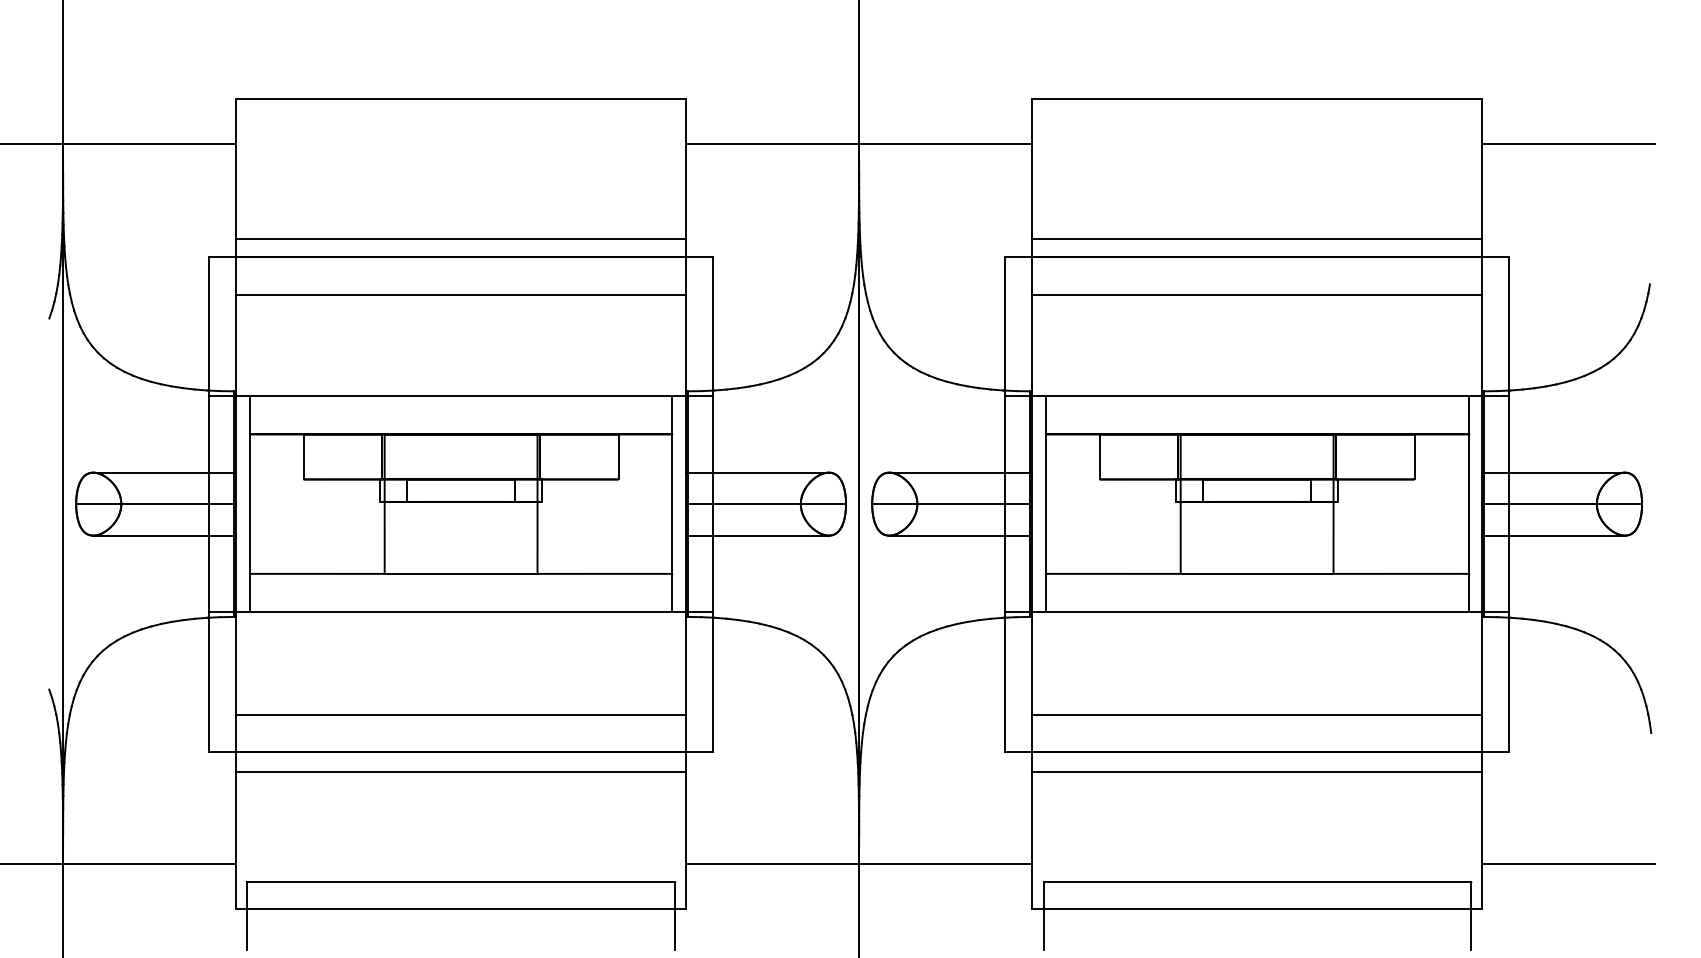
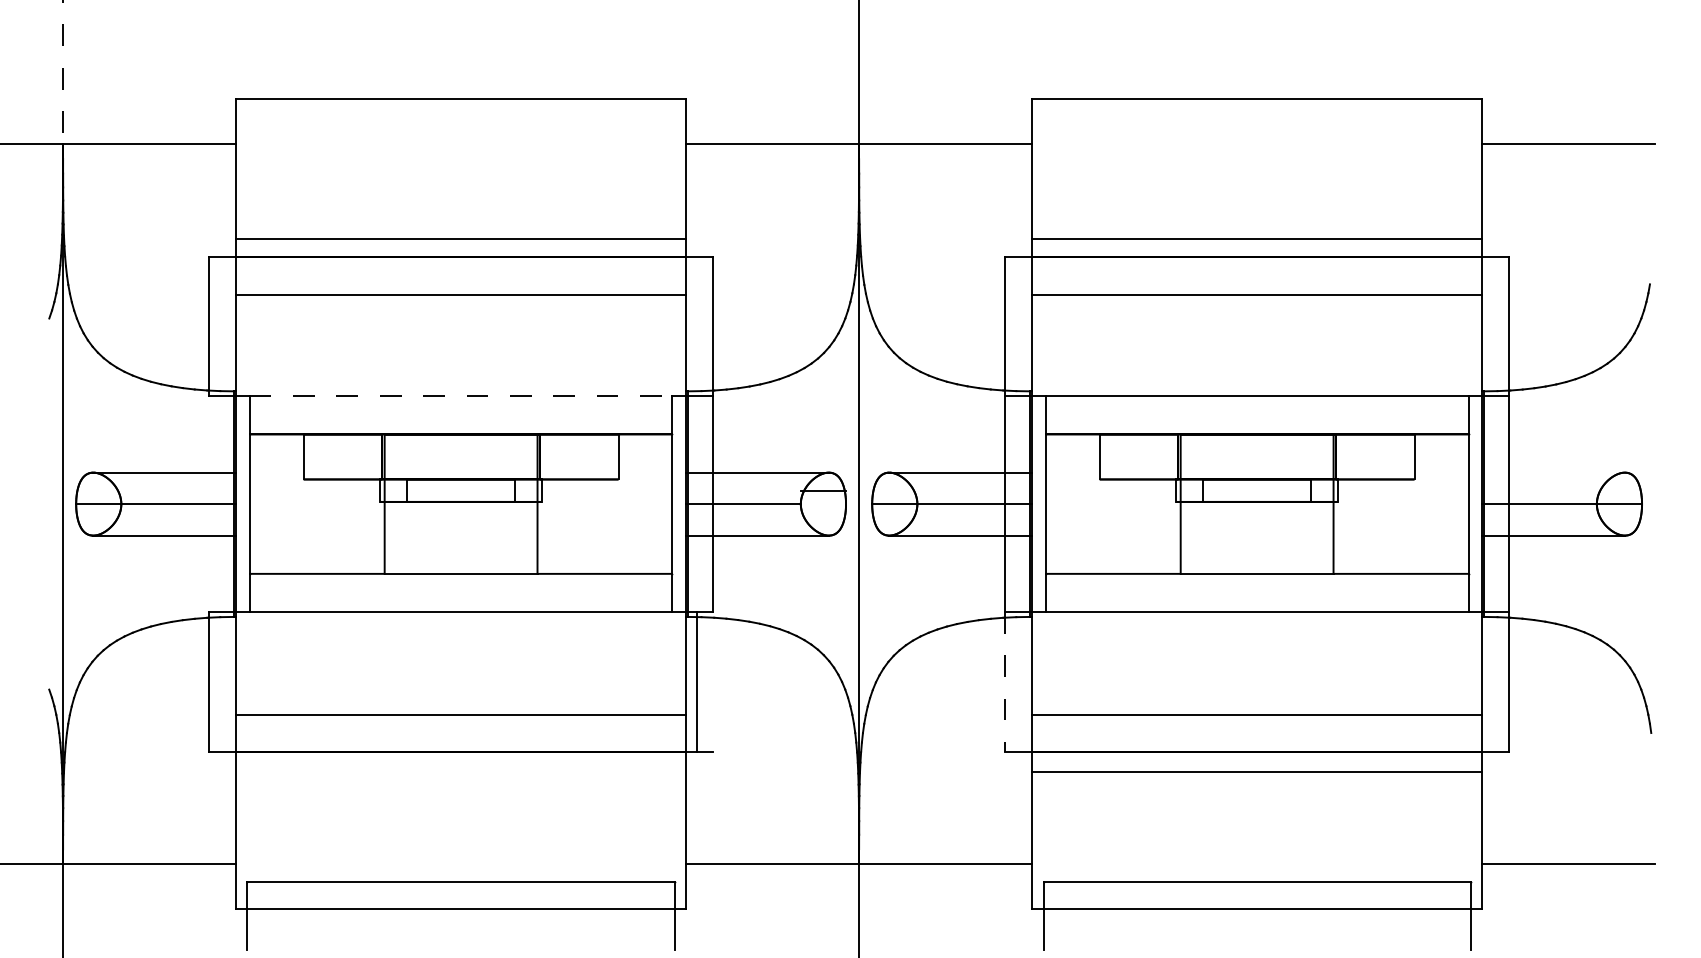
line at (63, 72): solid -> dashed
line at (461, 396): solid -> dashed
line at (1552, 472): present -> none
line at (209, 503): present -> none
line at (823, 504) position: (823, 504) -> (823, 491)
line at (712, 681) position: (712, 681) -> (696, 681)
line at (1005, 681): solid -> dashed
line at (460, 771): present -> none
